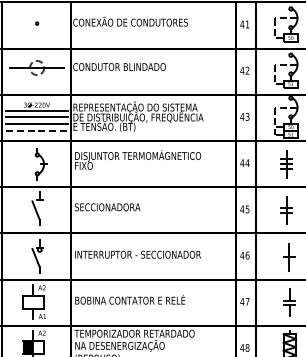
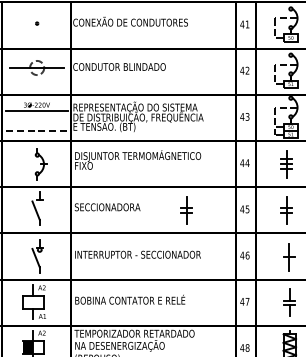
line at (36, 117): present -> none
line at (36, 123): present -> none
part at (186, 210): none -> present
